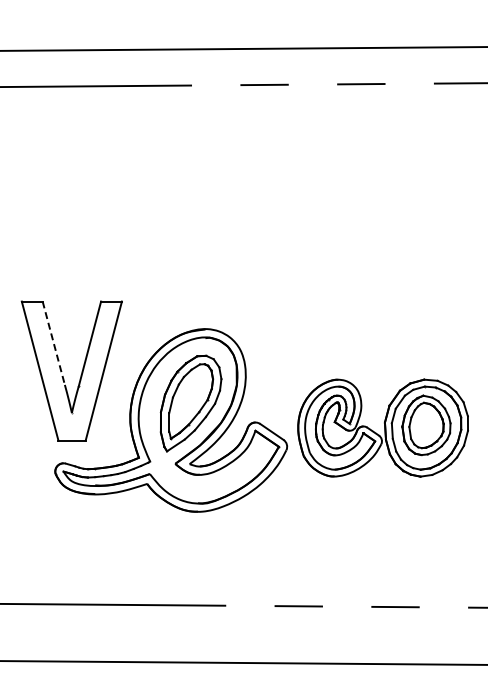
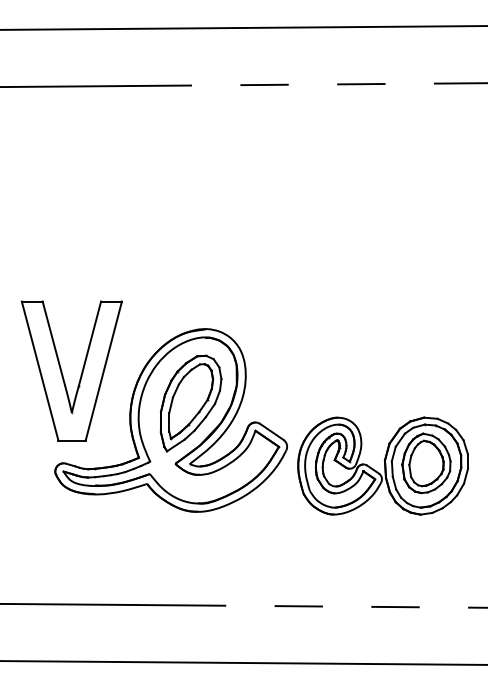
line at (243, 48) position: (243, 48) -> (243, 27)
line at (53, 343): dashed -> solid
part at (382, 427) position: (382, 427) -> (382, 465)
